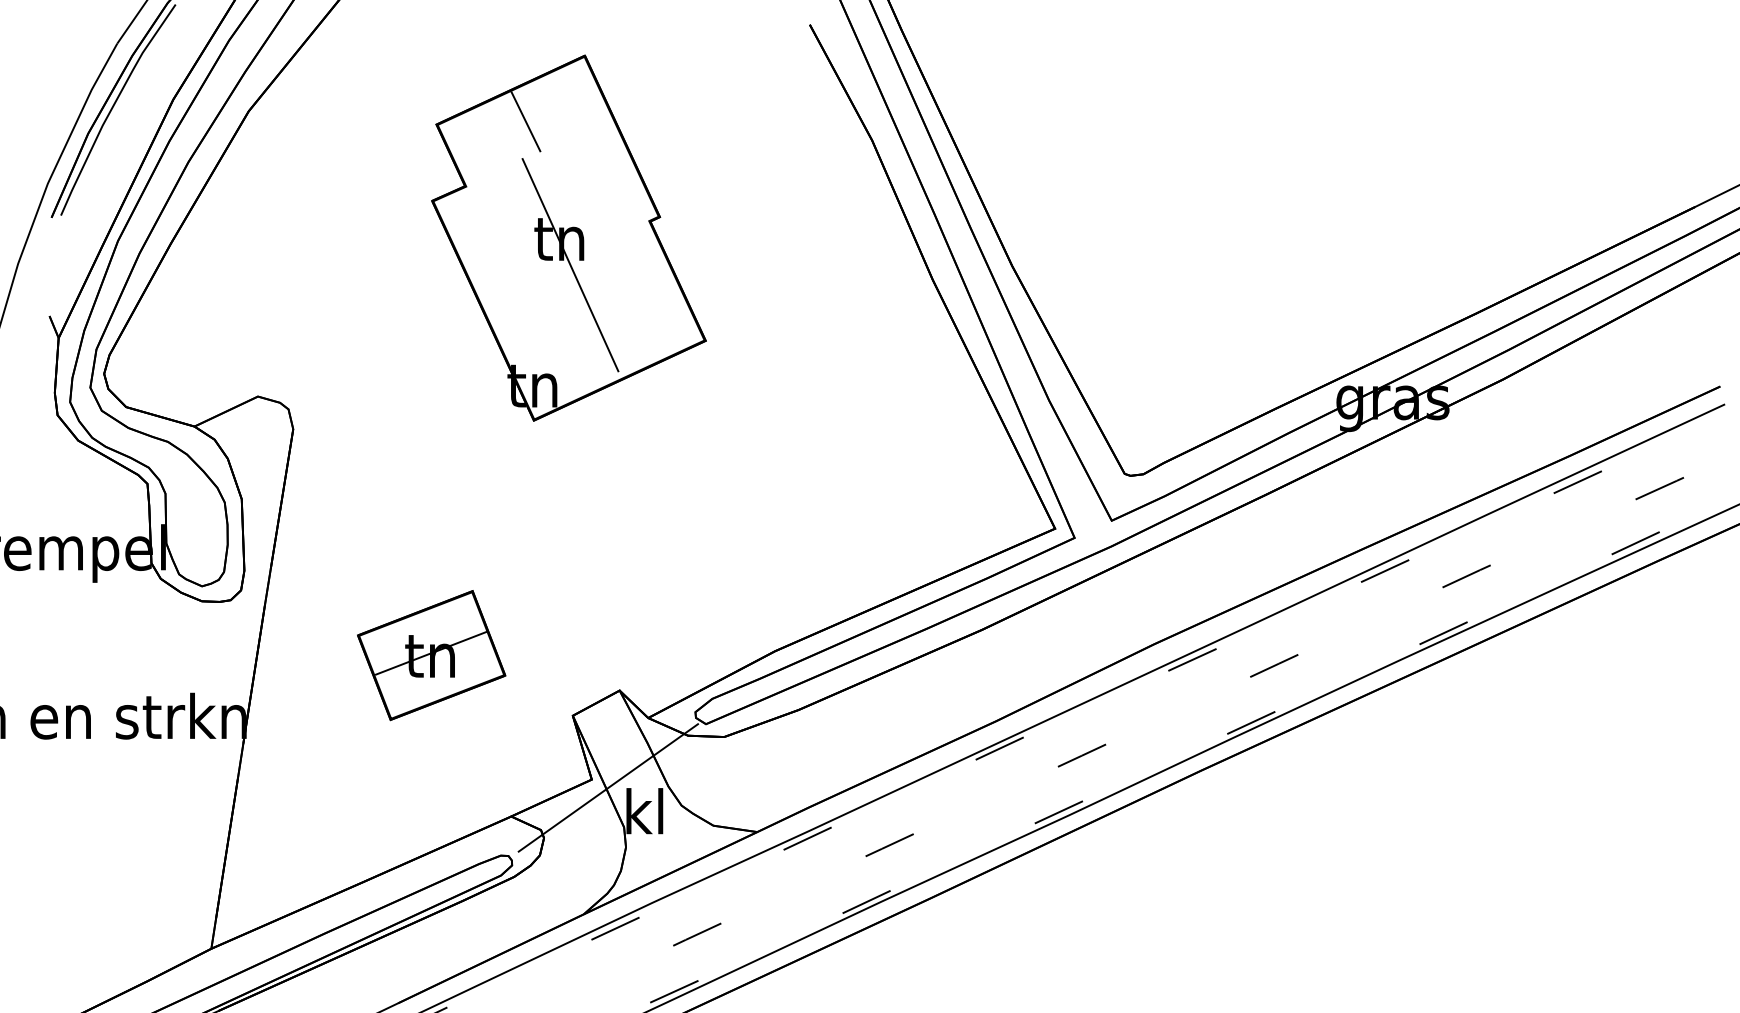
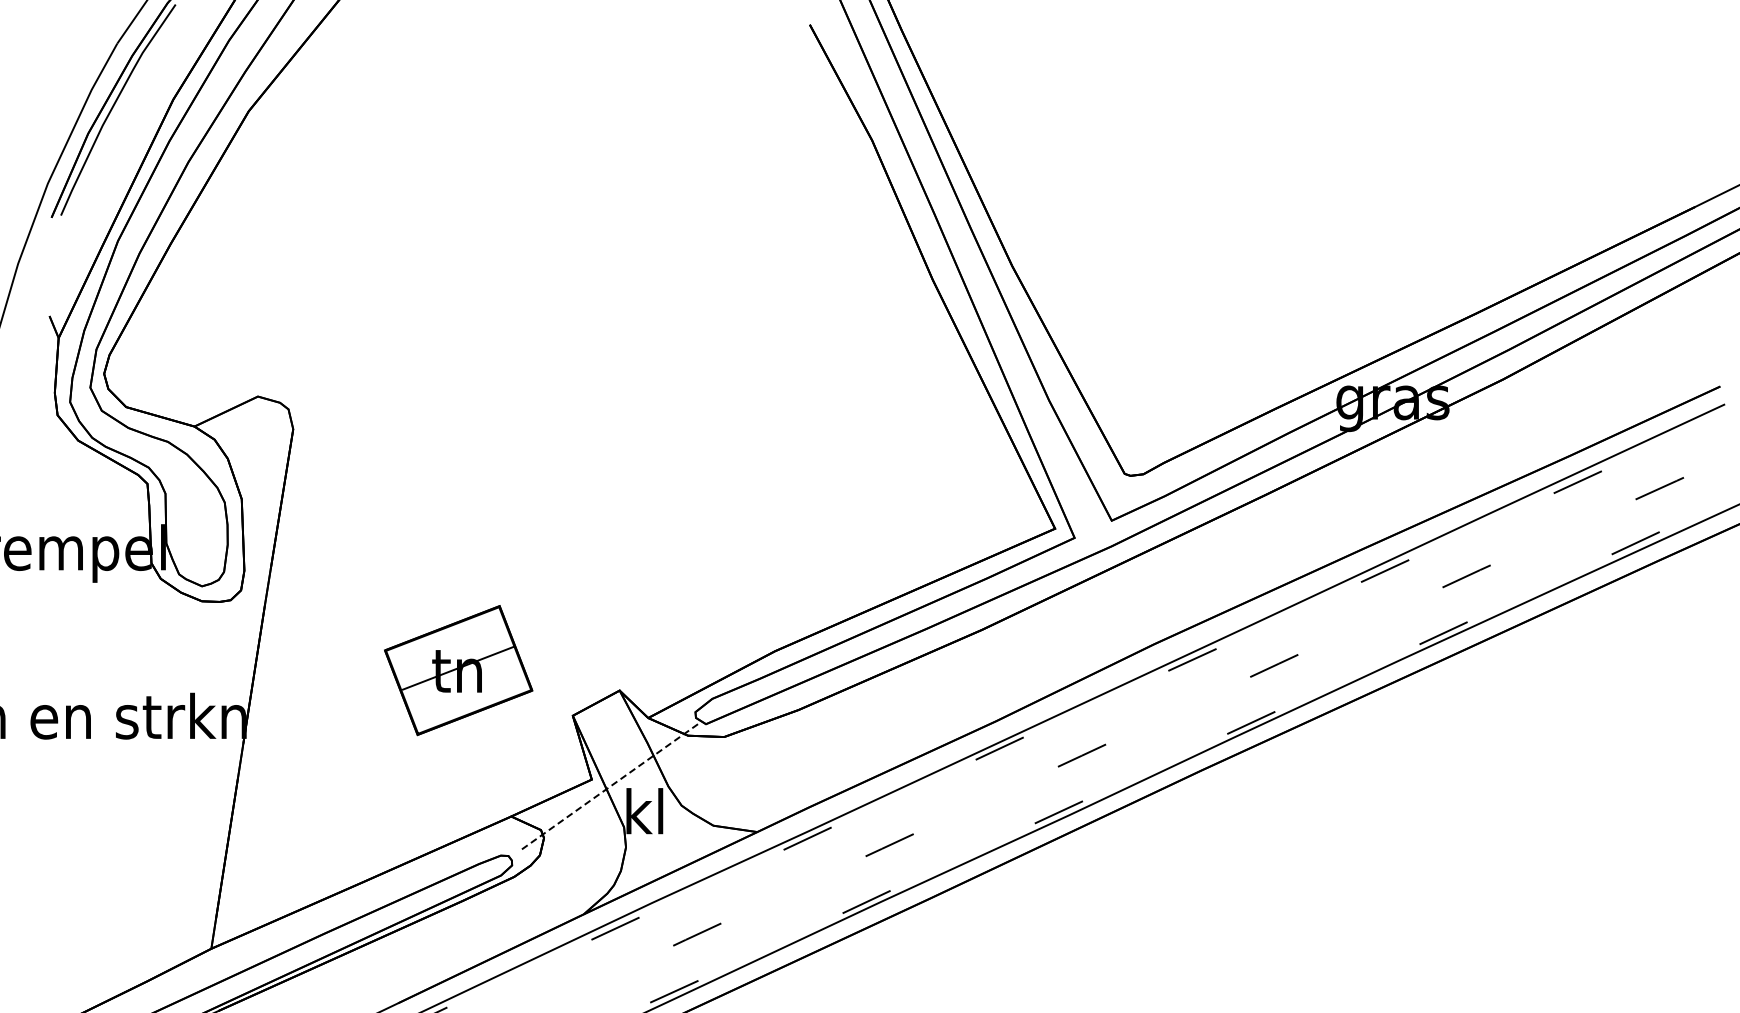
part at (568, 237): present -> none
part at (431, 655) position: (431, 655) -> (458, 670)
line at (608, 787): solid -> dashed
